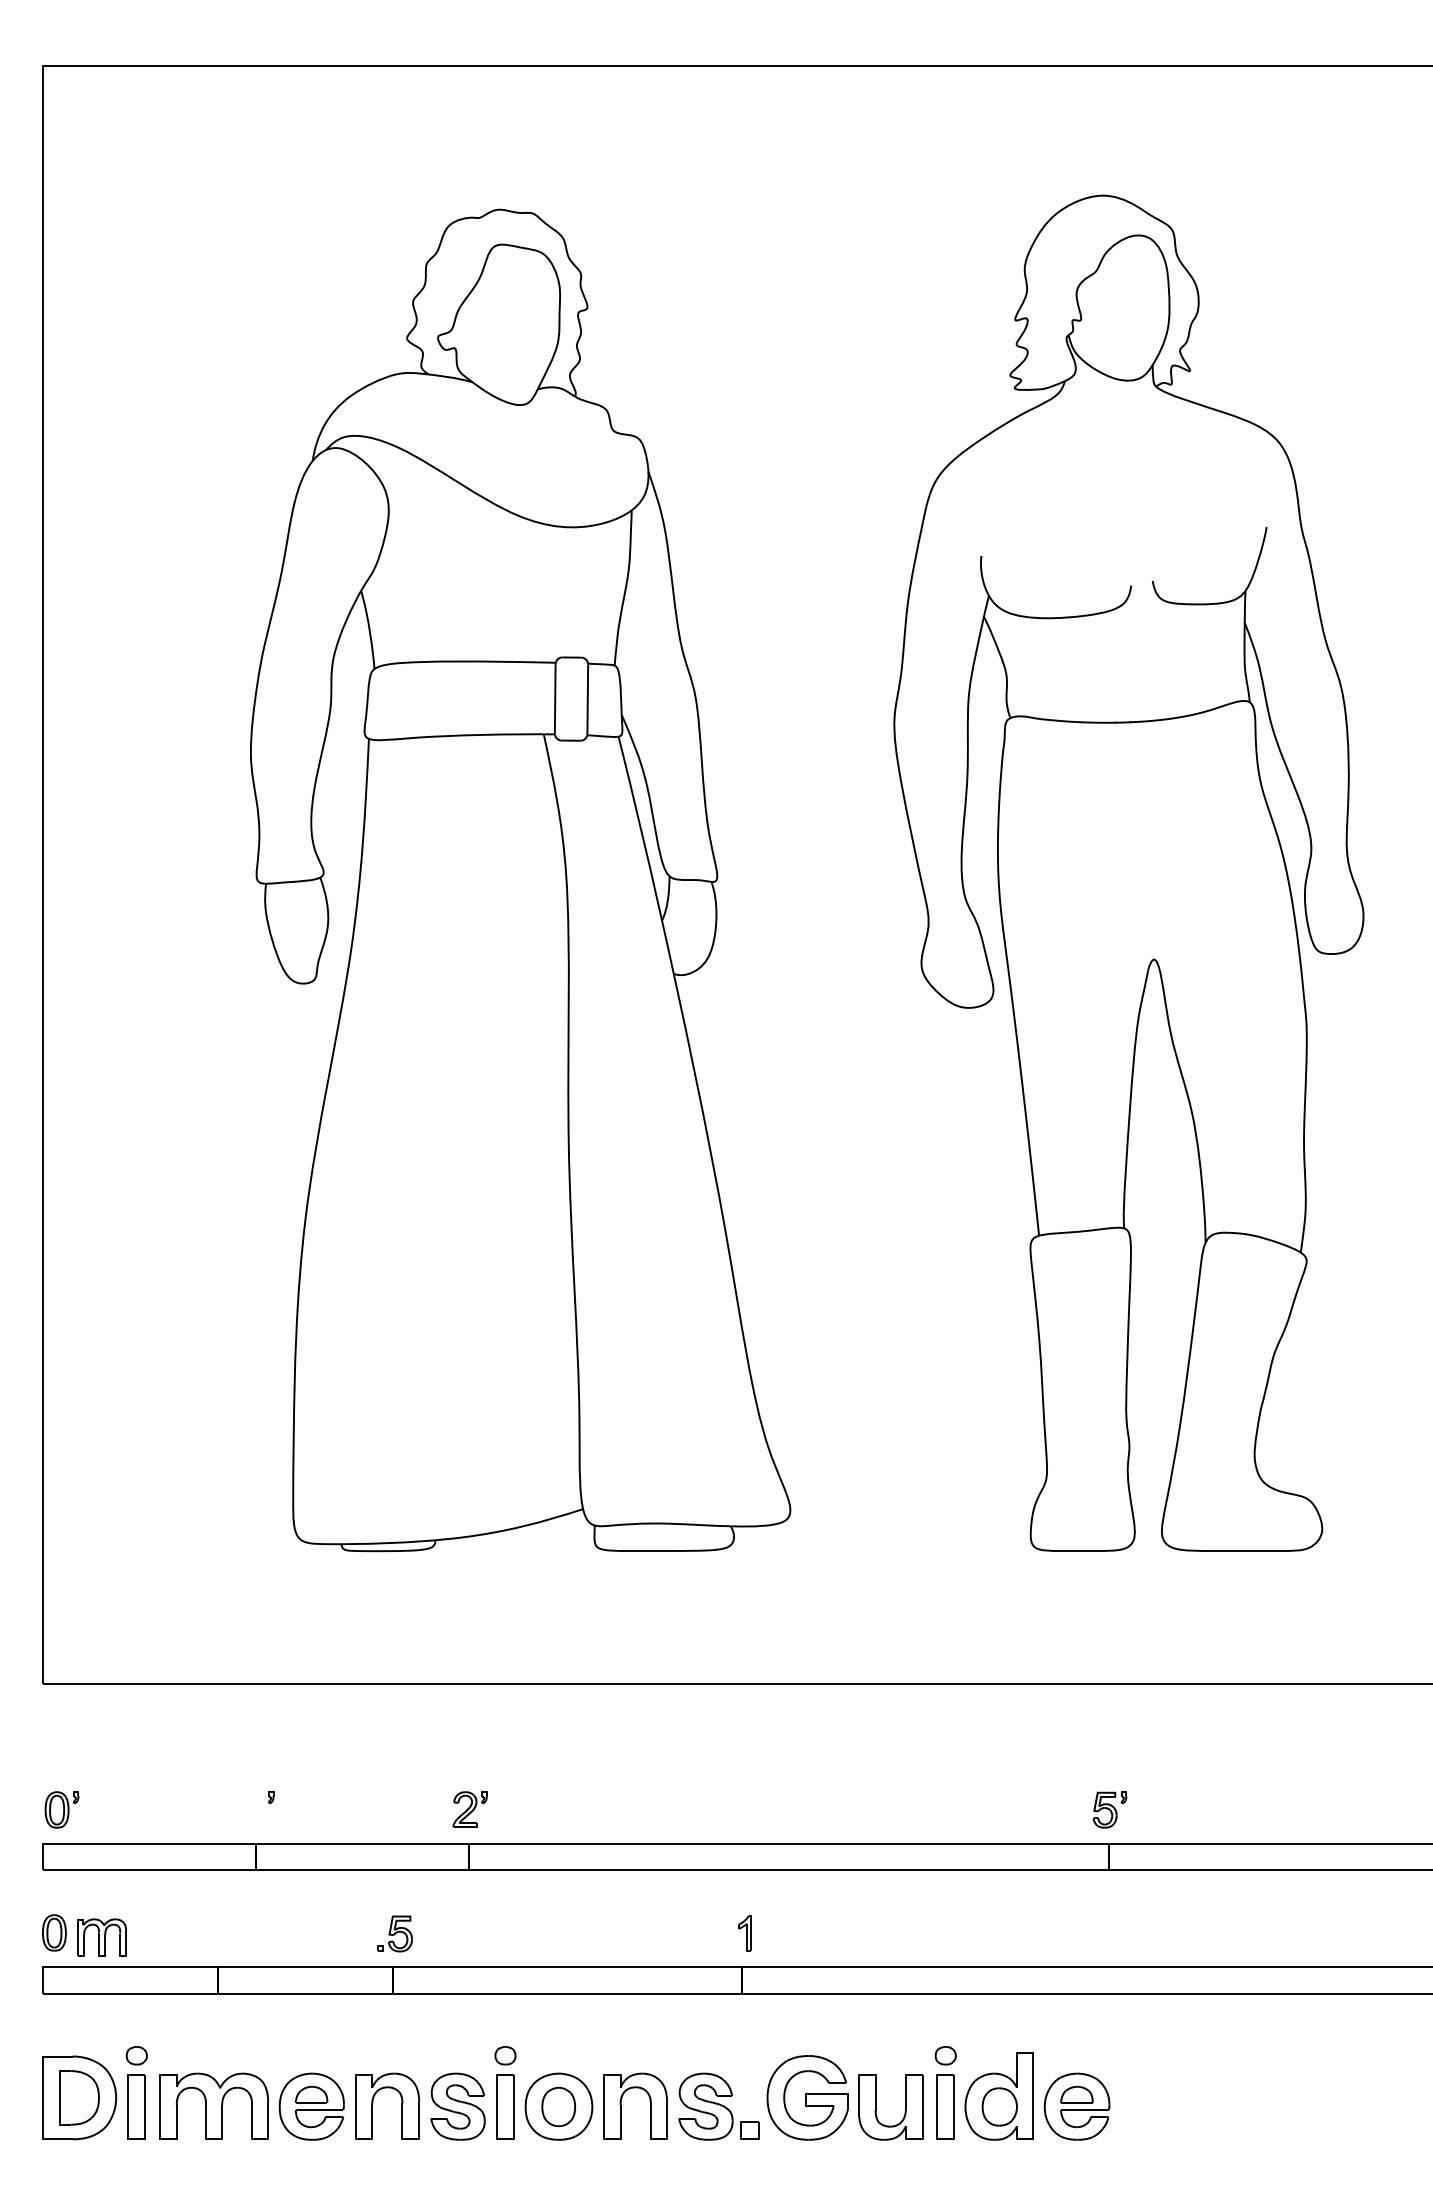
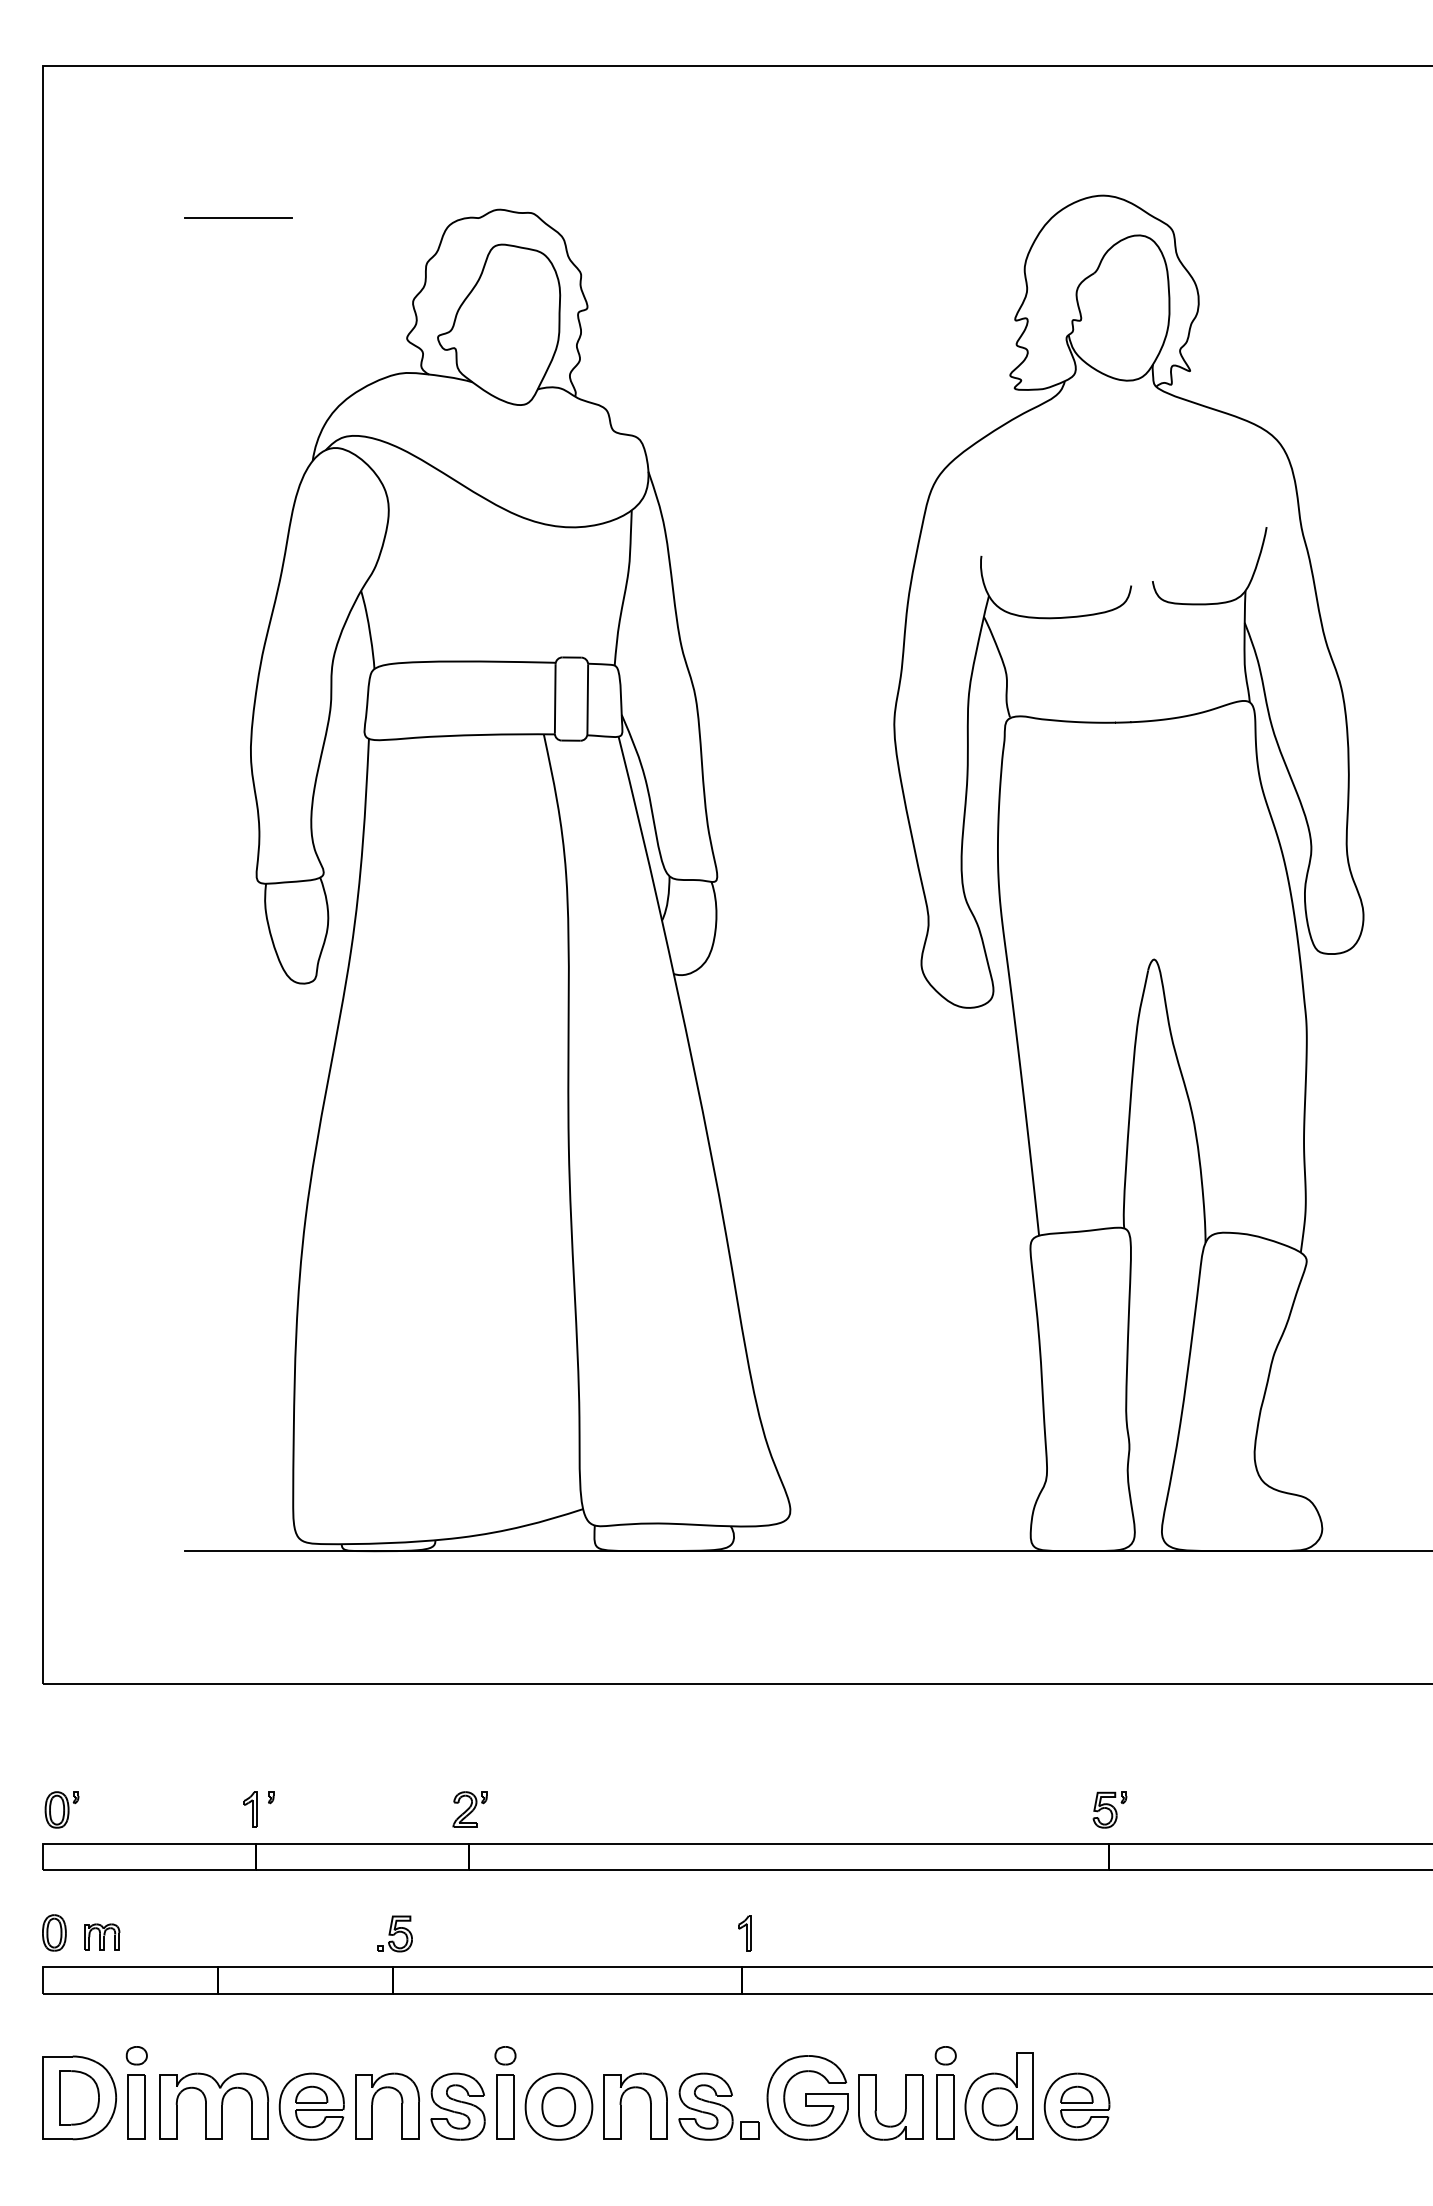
line at (238, 217): none -> present
line at (807, 1550): none -> present
part at (250, 1809): none -> present
part at (102, 1937) size: 51x39 px -> 37x28 px
